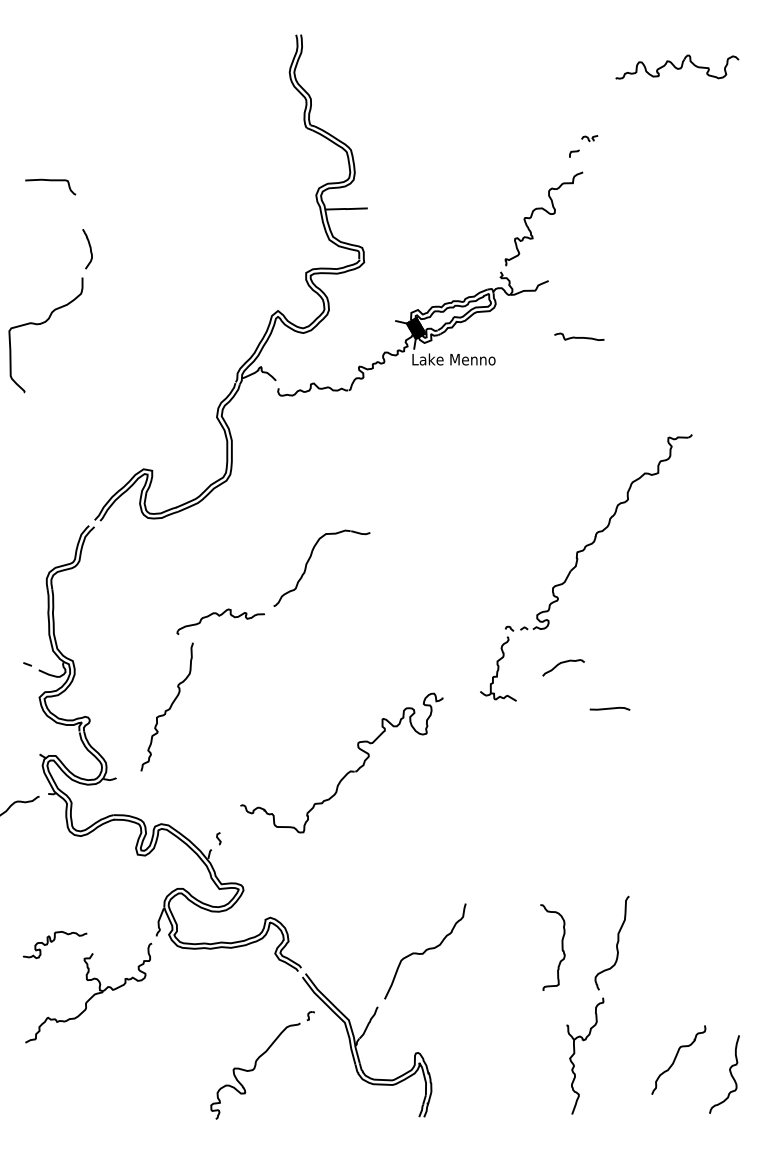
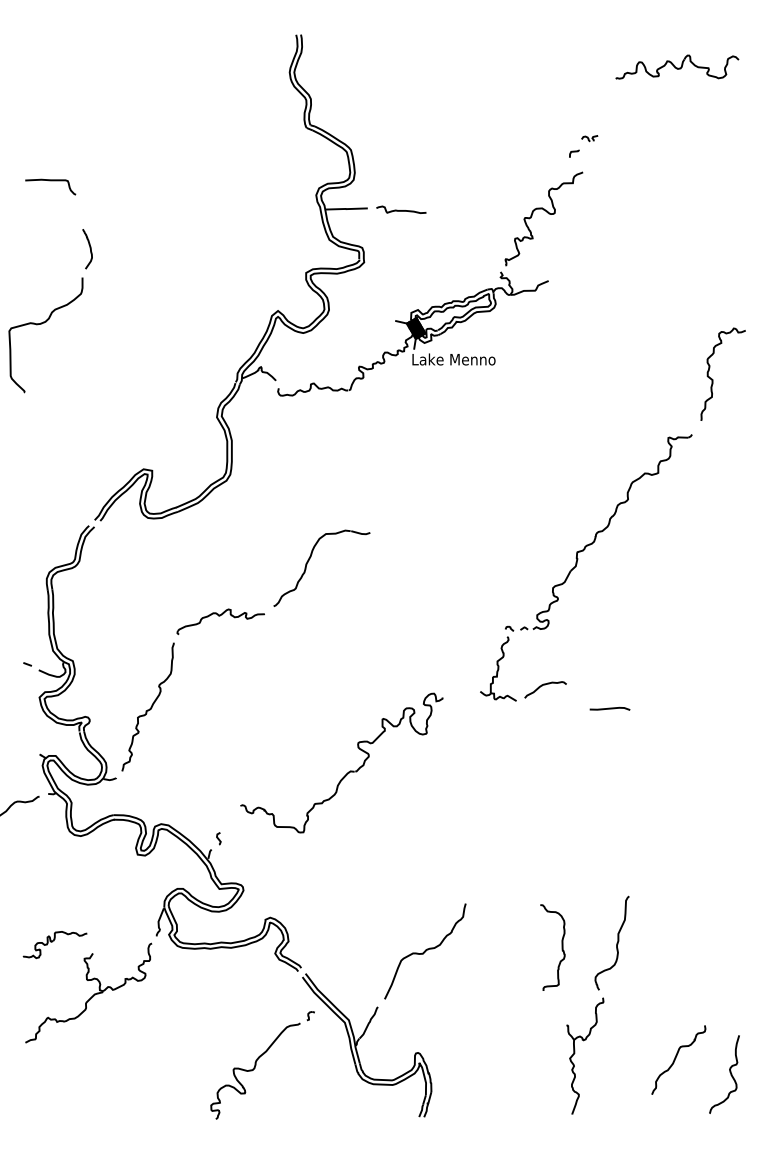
curve at (579, 337) position: (579, 337) -> (401, 210)
curve at (713, 379): none -> present
curve at (563, 663) position: (563, 663) -> (545, 685)
curve at (168, 708) position: (168, 708) -> (149, 708)
